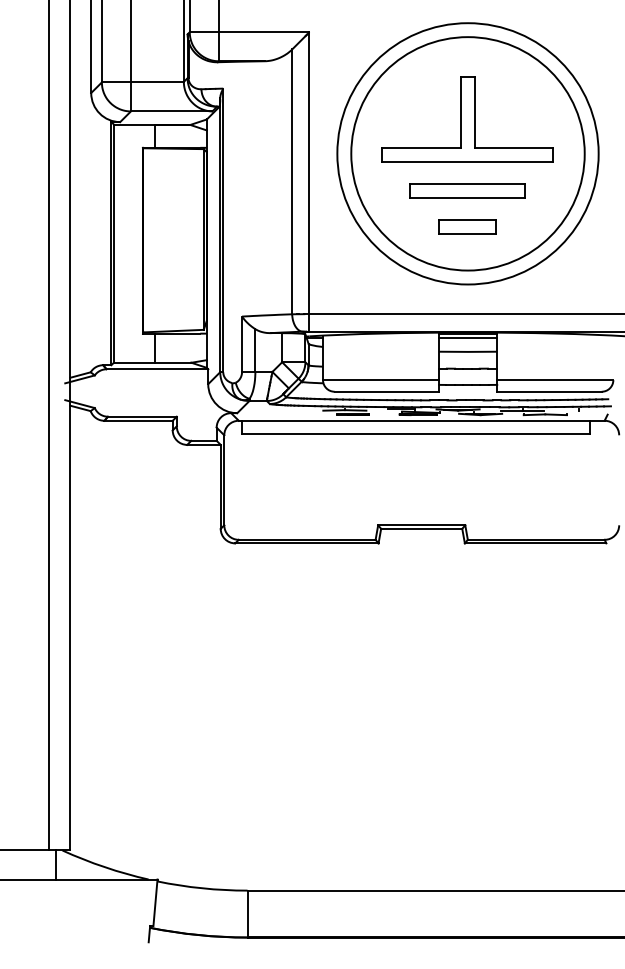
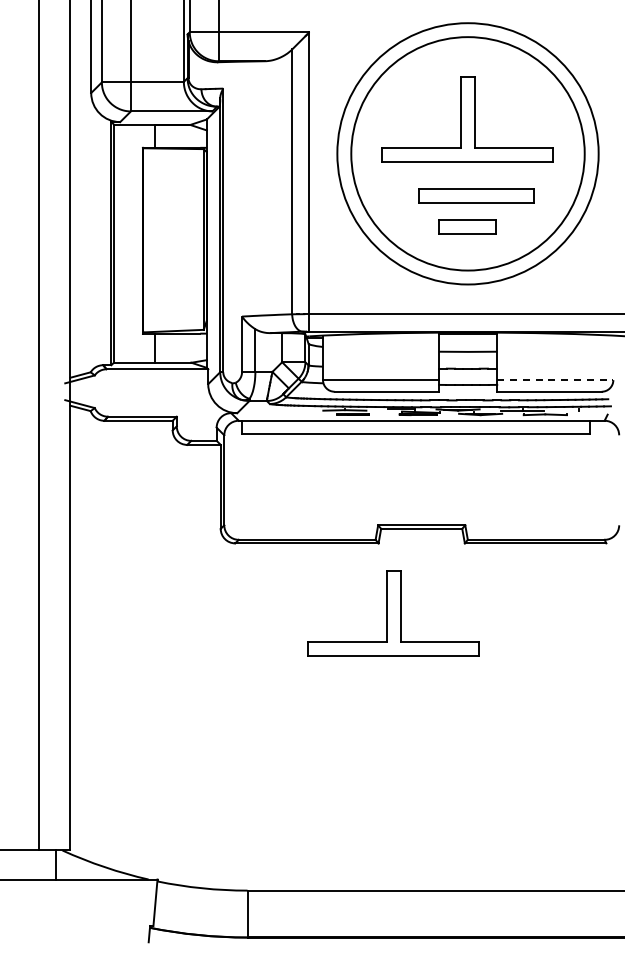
part at (467, 190) position: (467, 190) -> (476, 195)
line at (468, 337): present -> none
line at (555, 380): solid -> dashed
line at (49, 426) position: (49, 426) -> (39, 426)
part at (393, 613): none -> present
